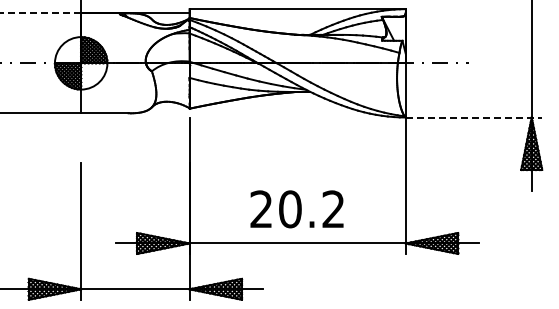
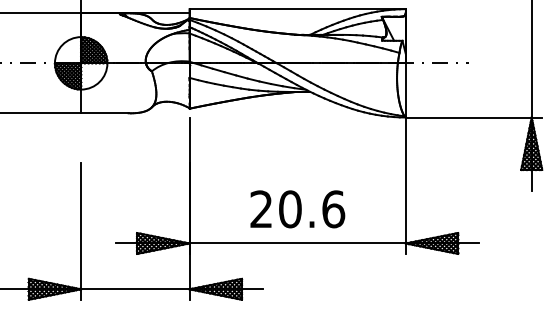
line at (40, 13): dashed -> solid
line at (474, 117): dashed -> solid
text at (333, 209): 20.2 -> 20.6
